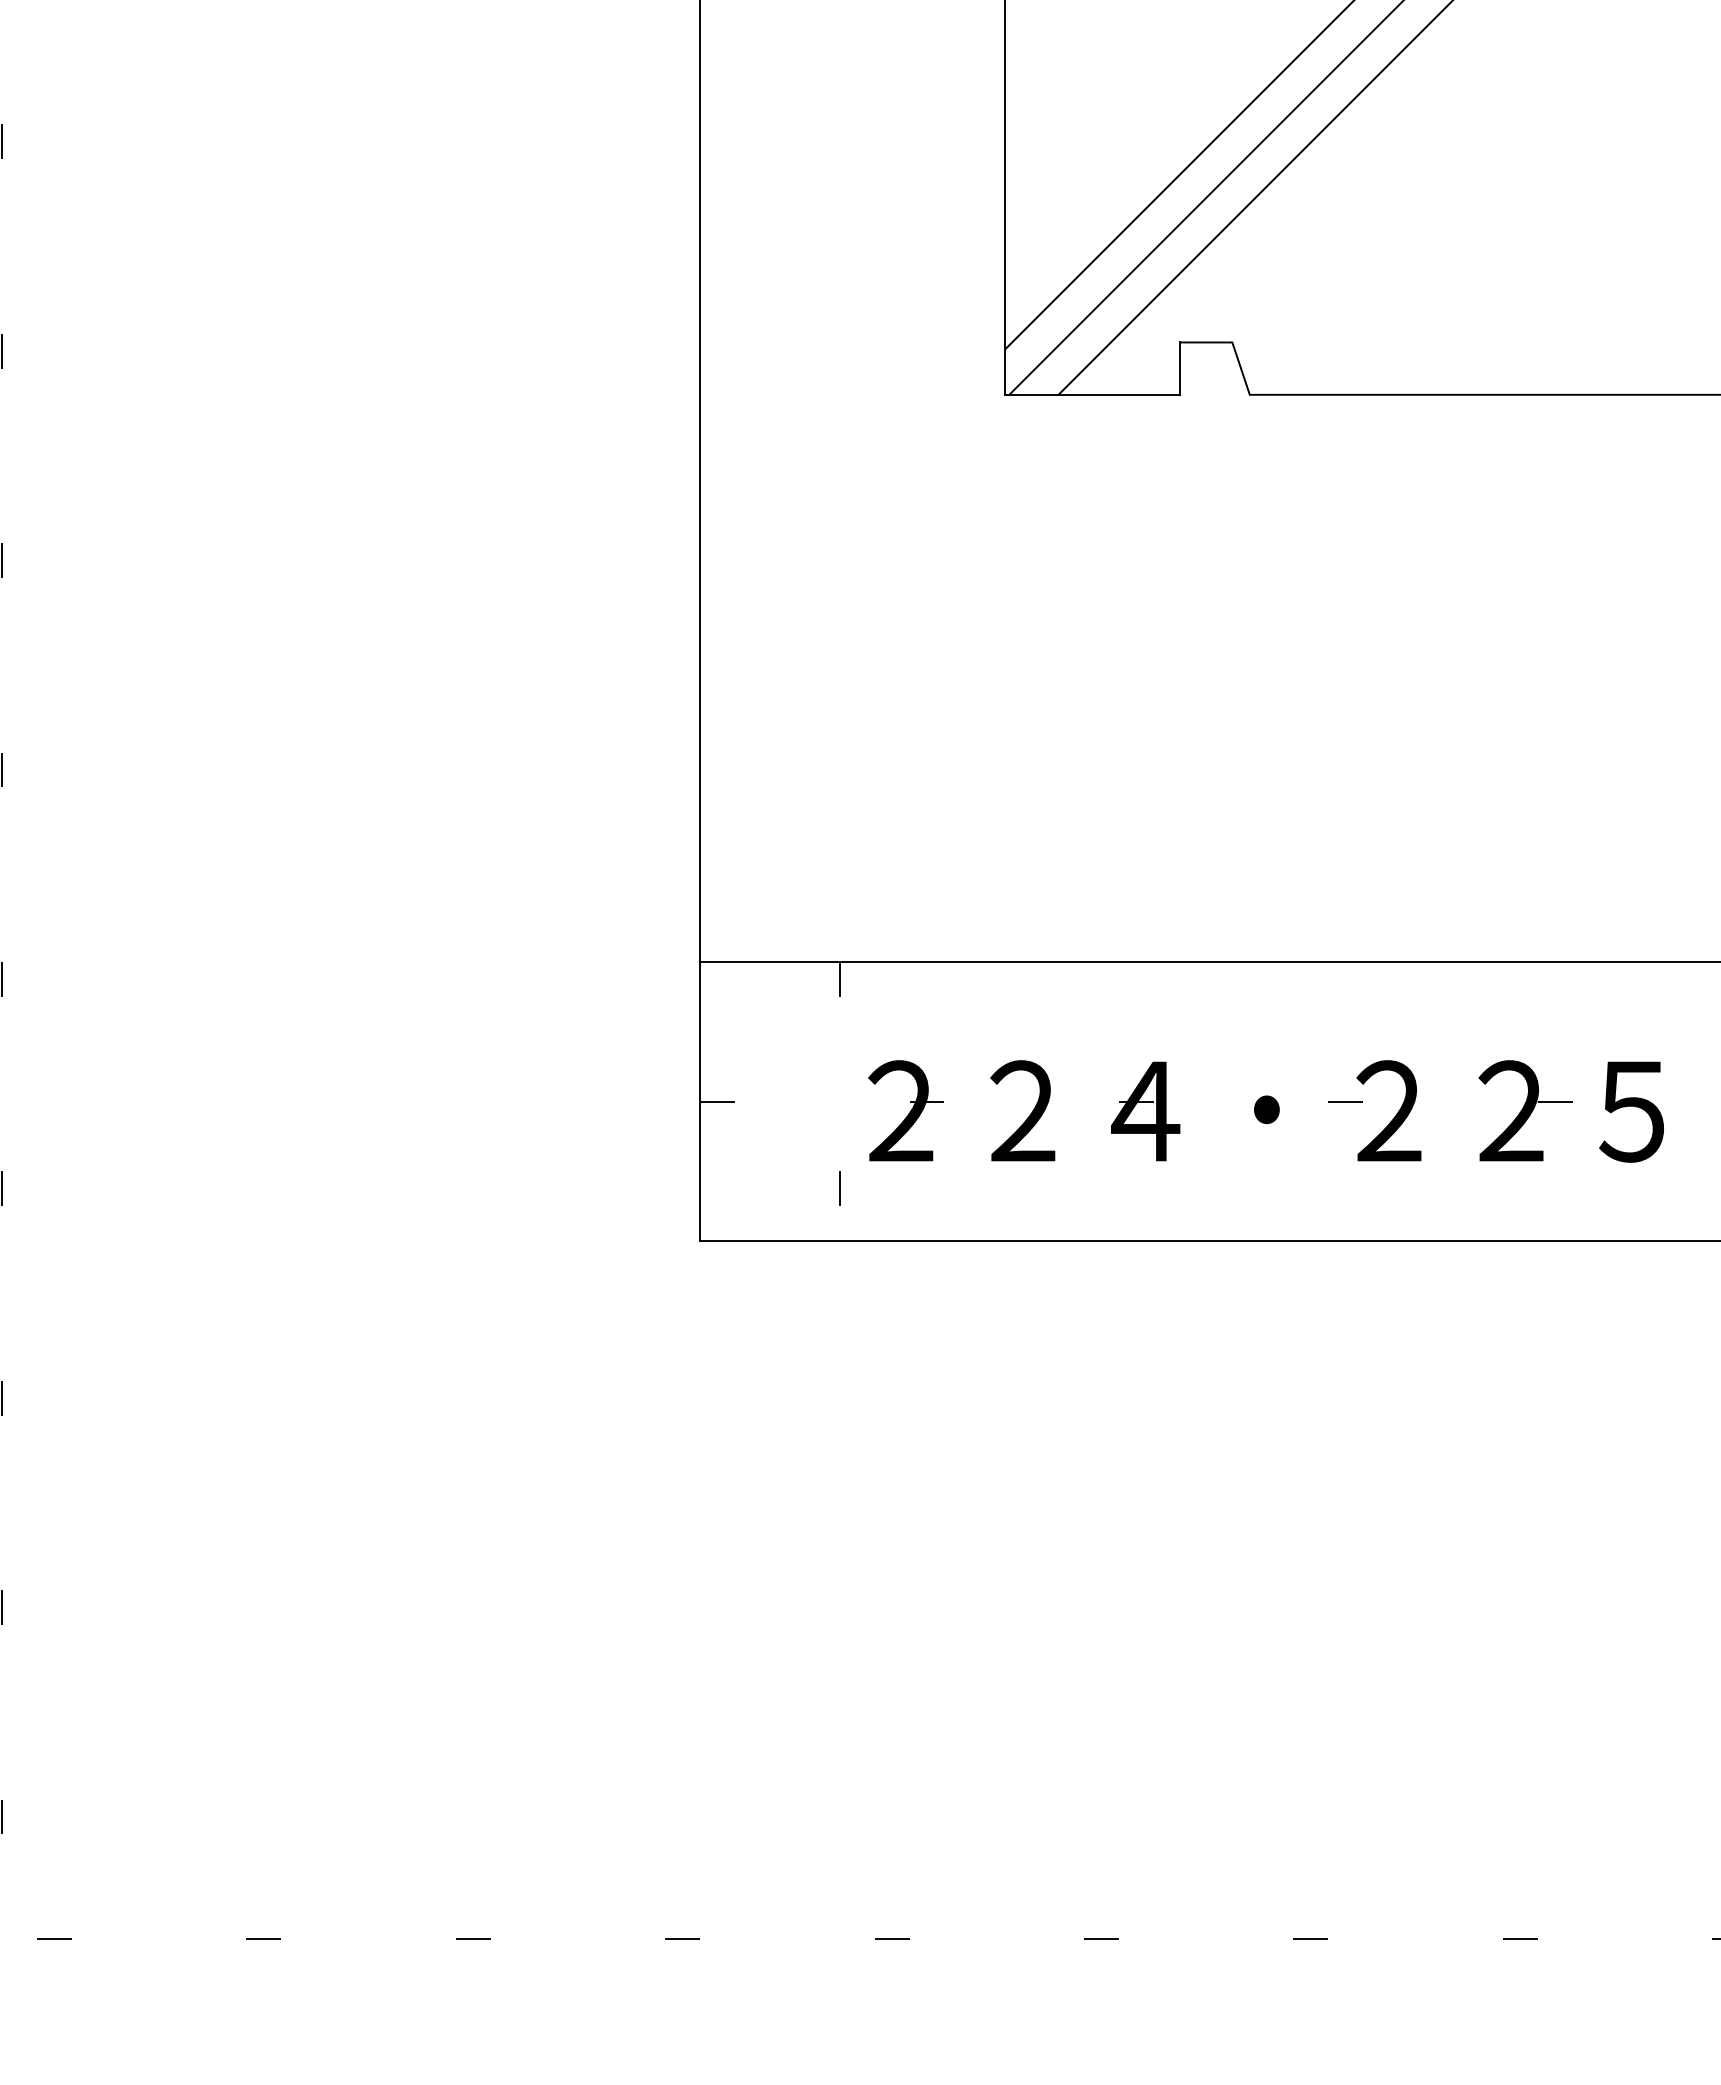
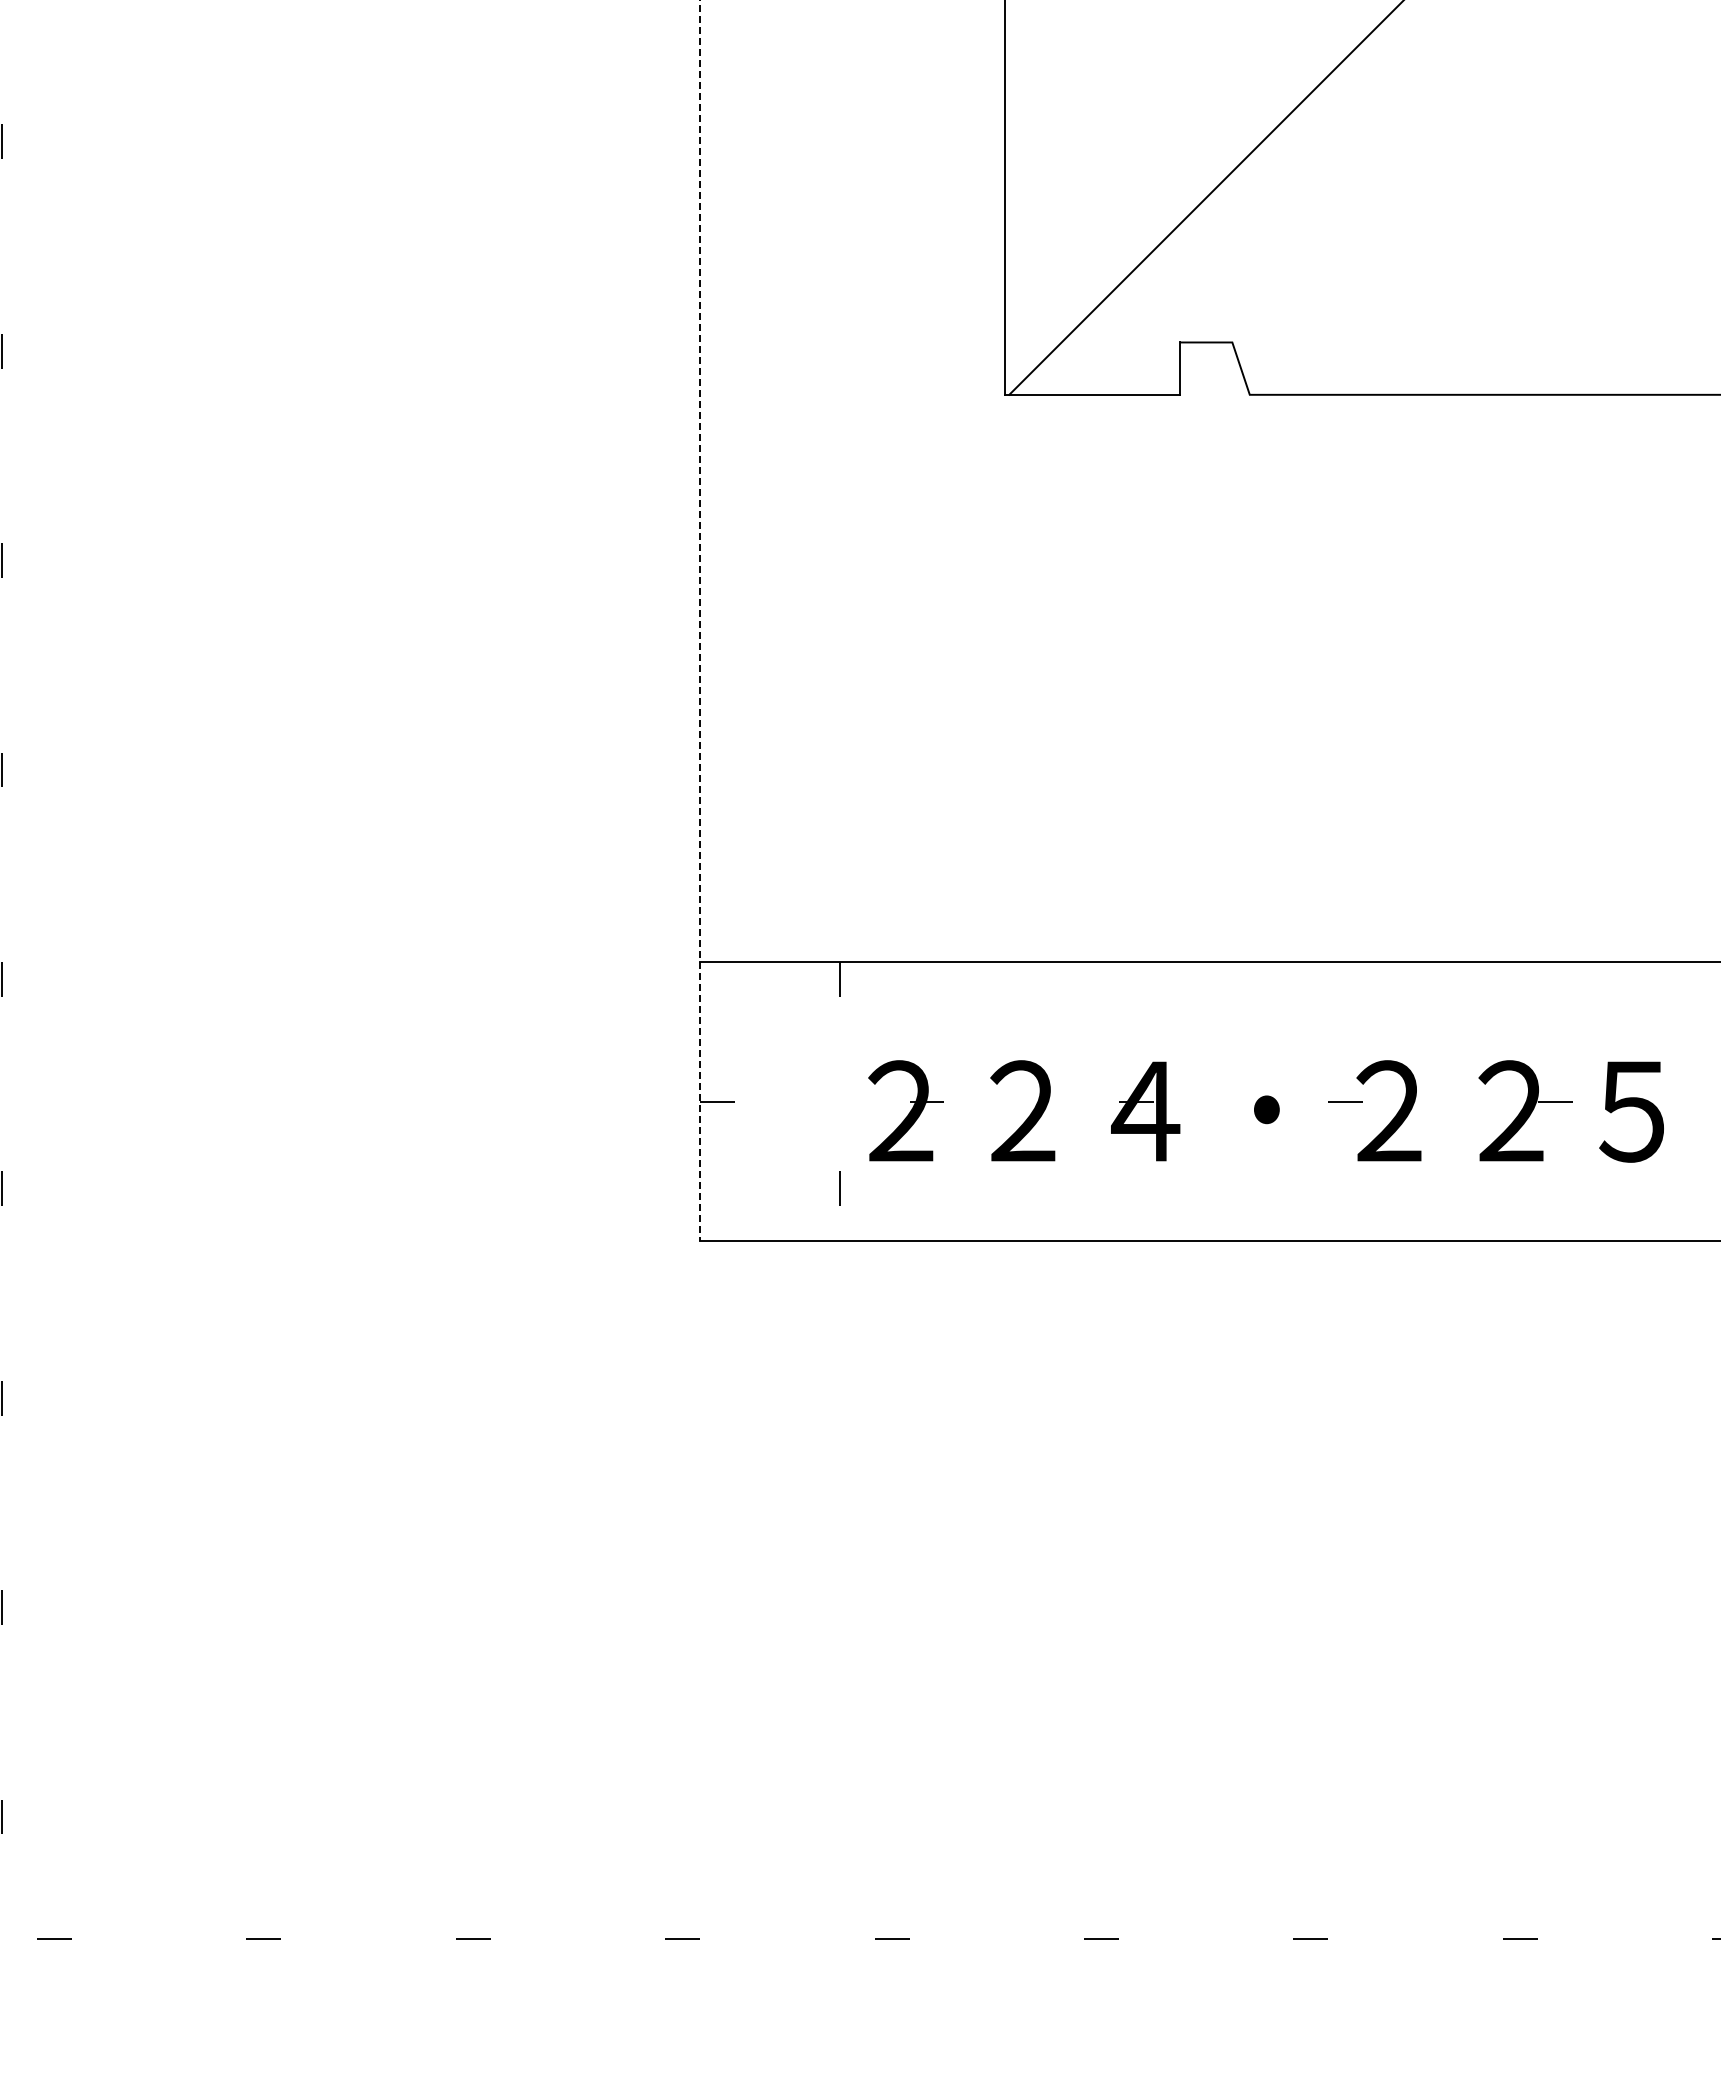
line at (1178, 175): present -> none
line at (1254, 198): present -> none
line at (700, 621): solid -> dashed
